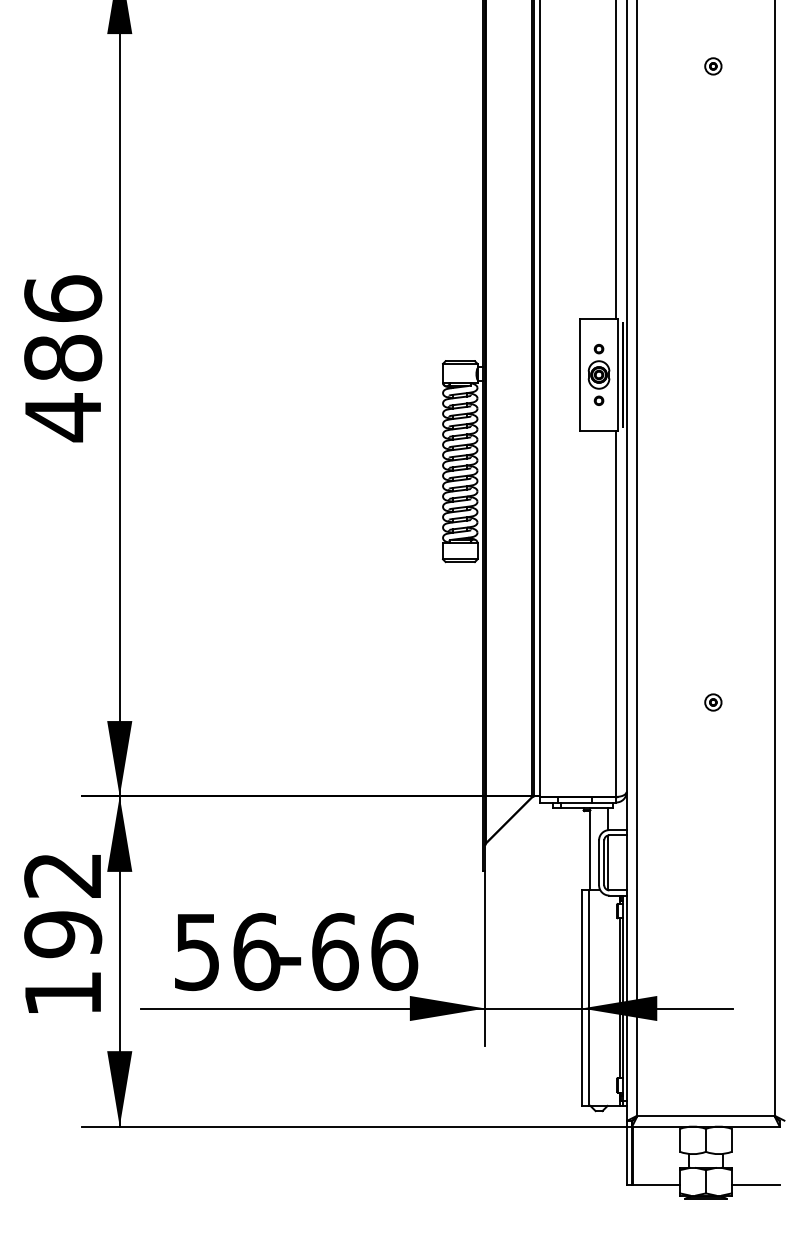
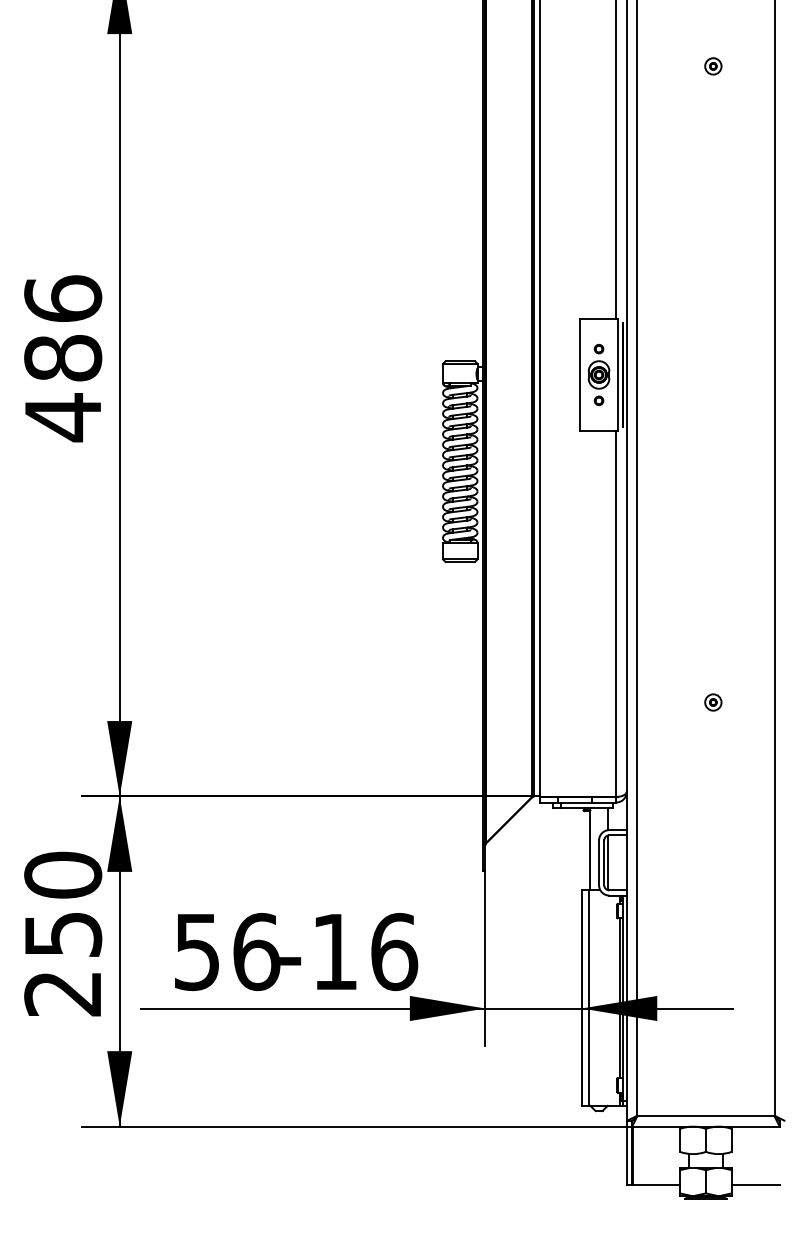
text at (63, 933): 192 -> 250
text at (335, 951): -66 -> -16
